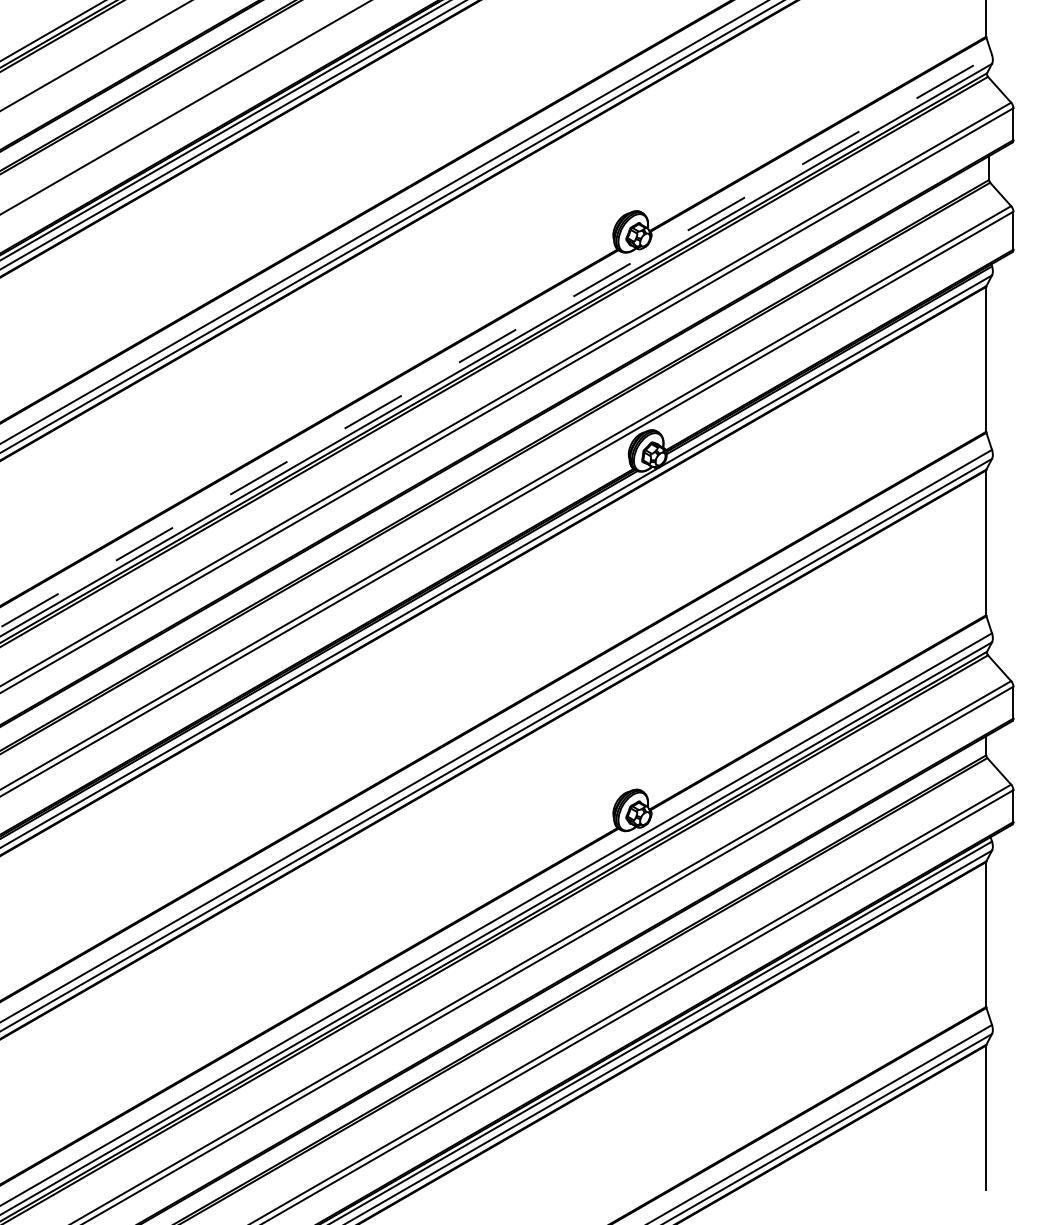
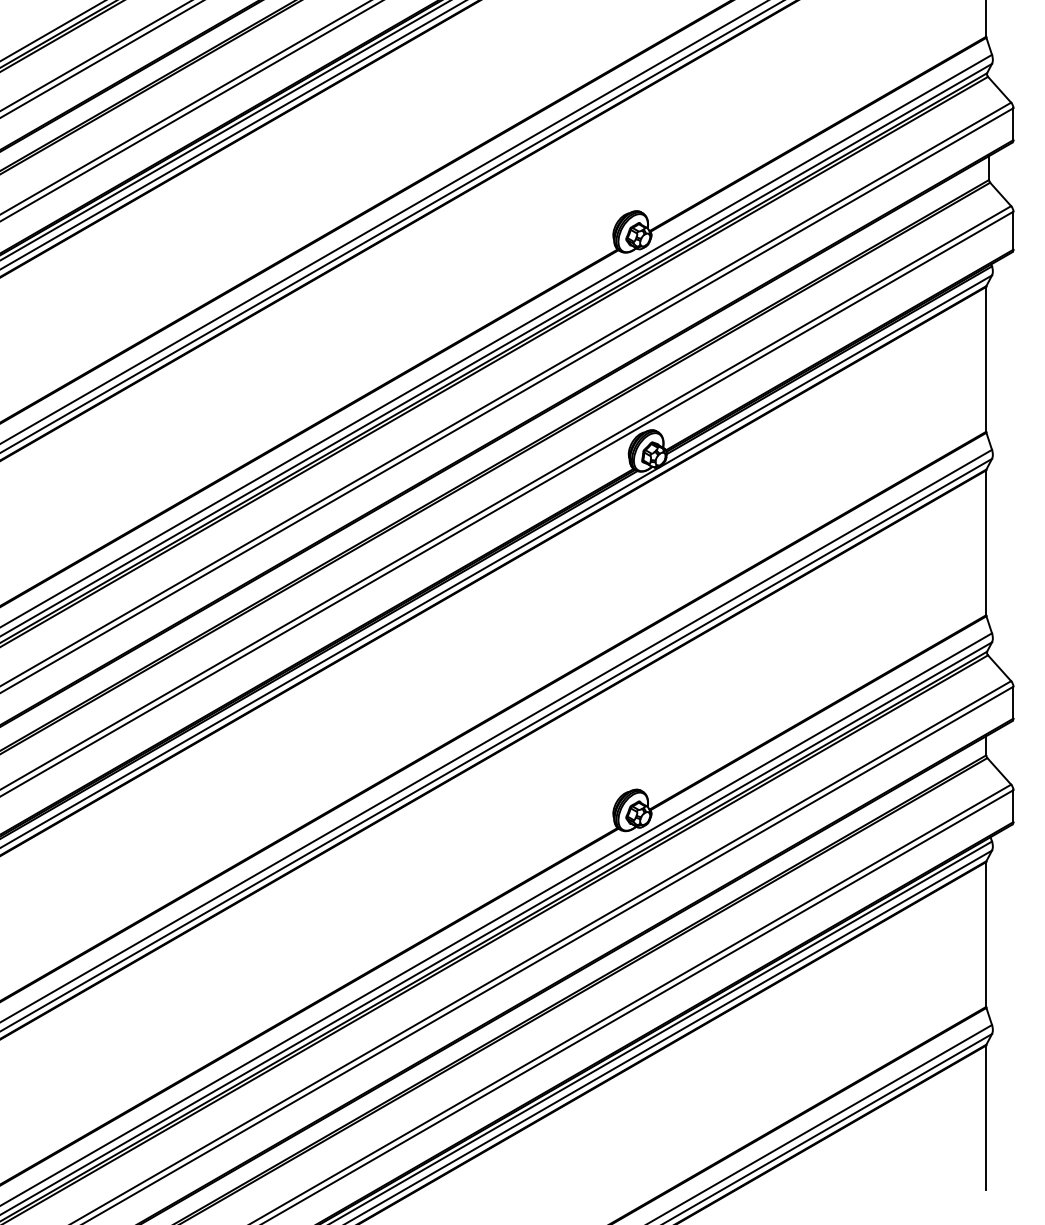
line at (101, 59): none -> present
line at (191, 111): none -> present
line at (496, 340): dashed -> solid
